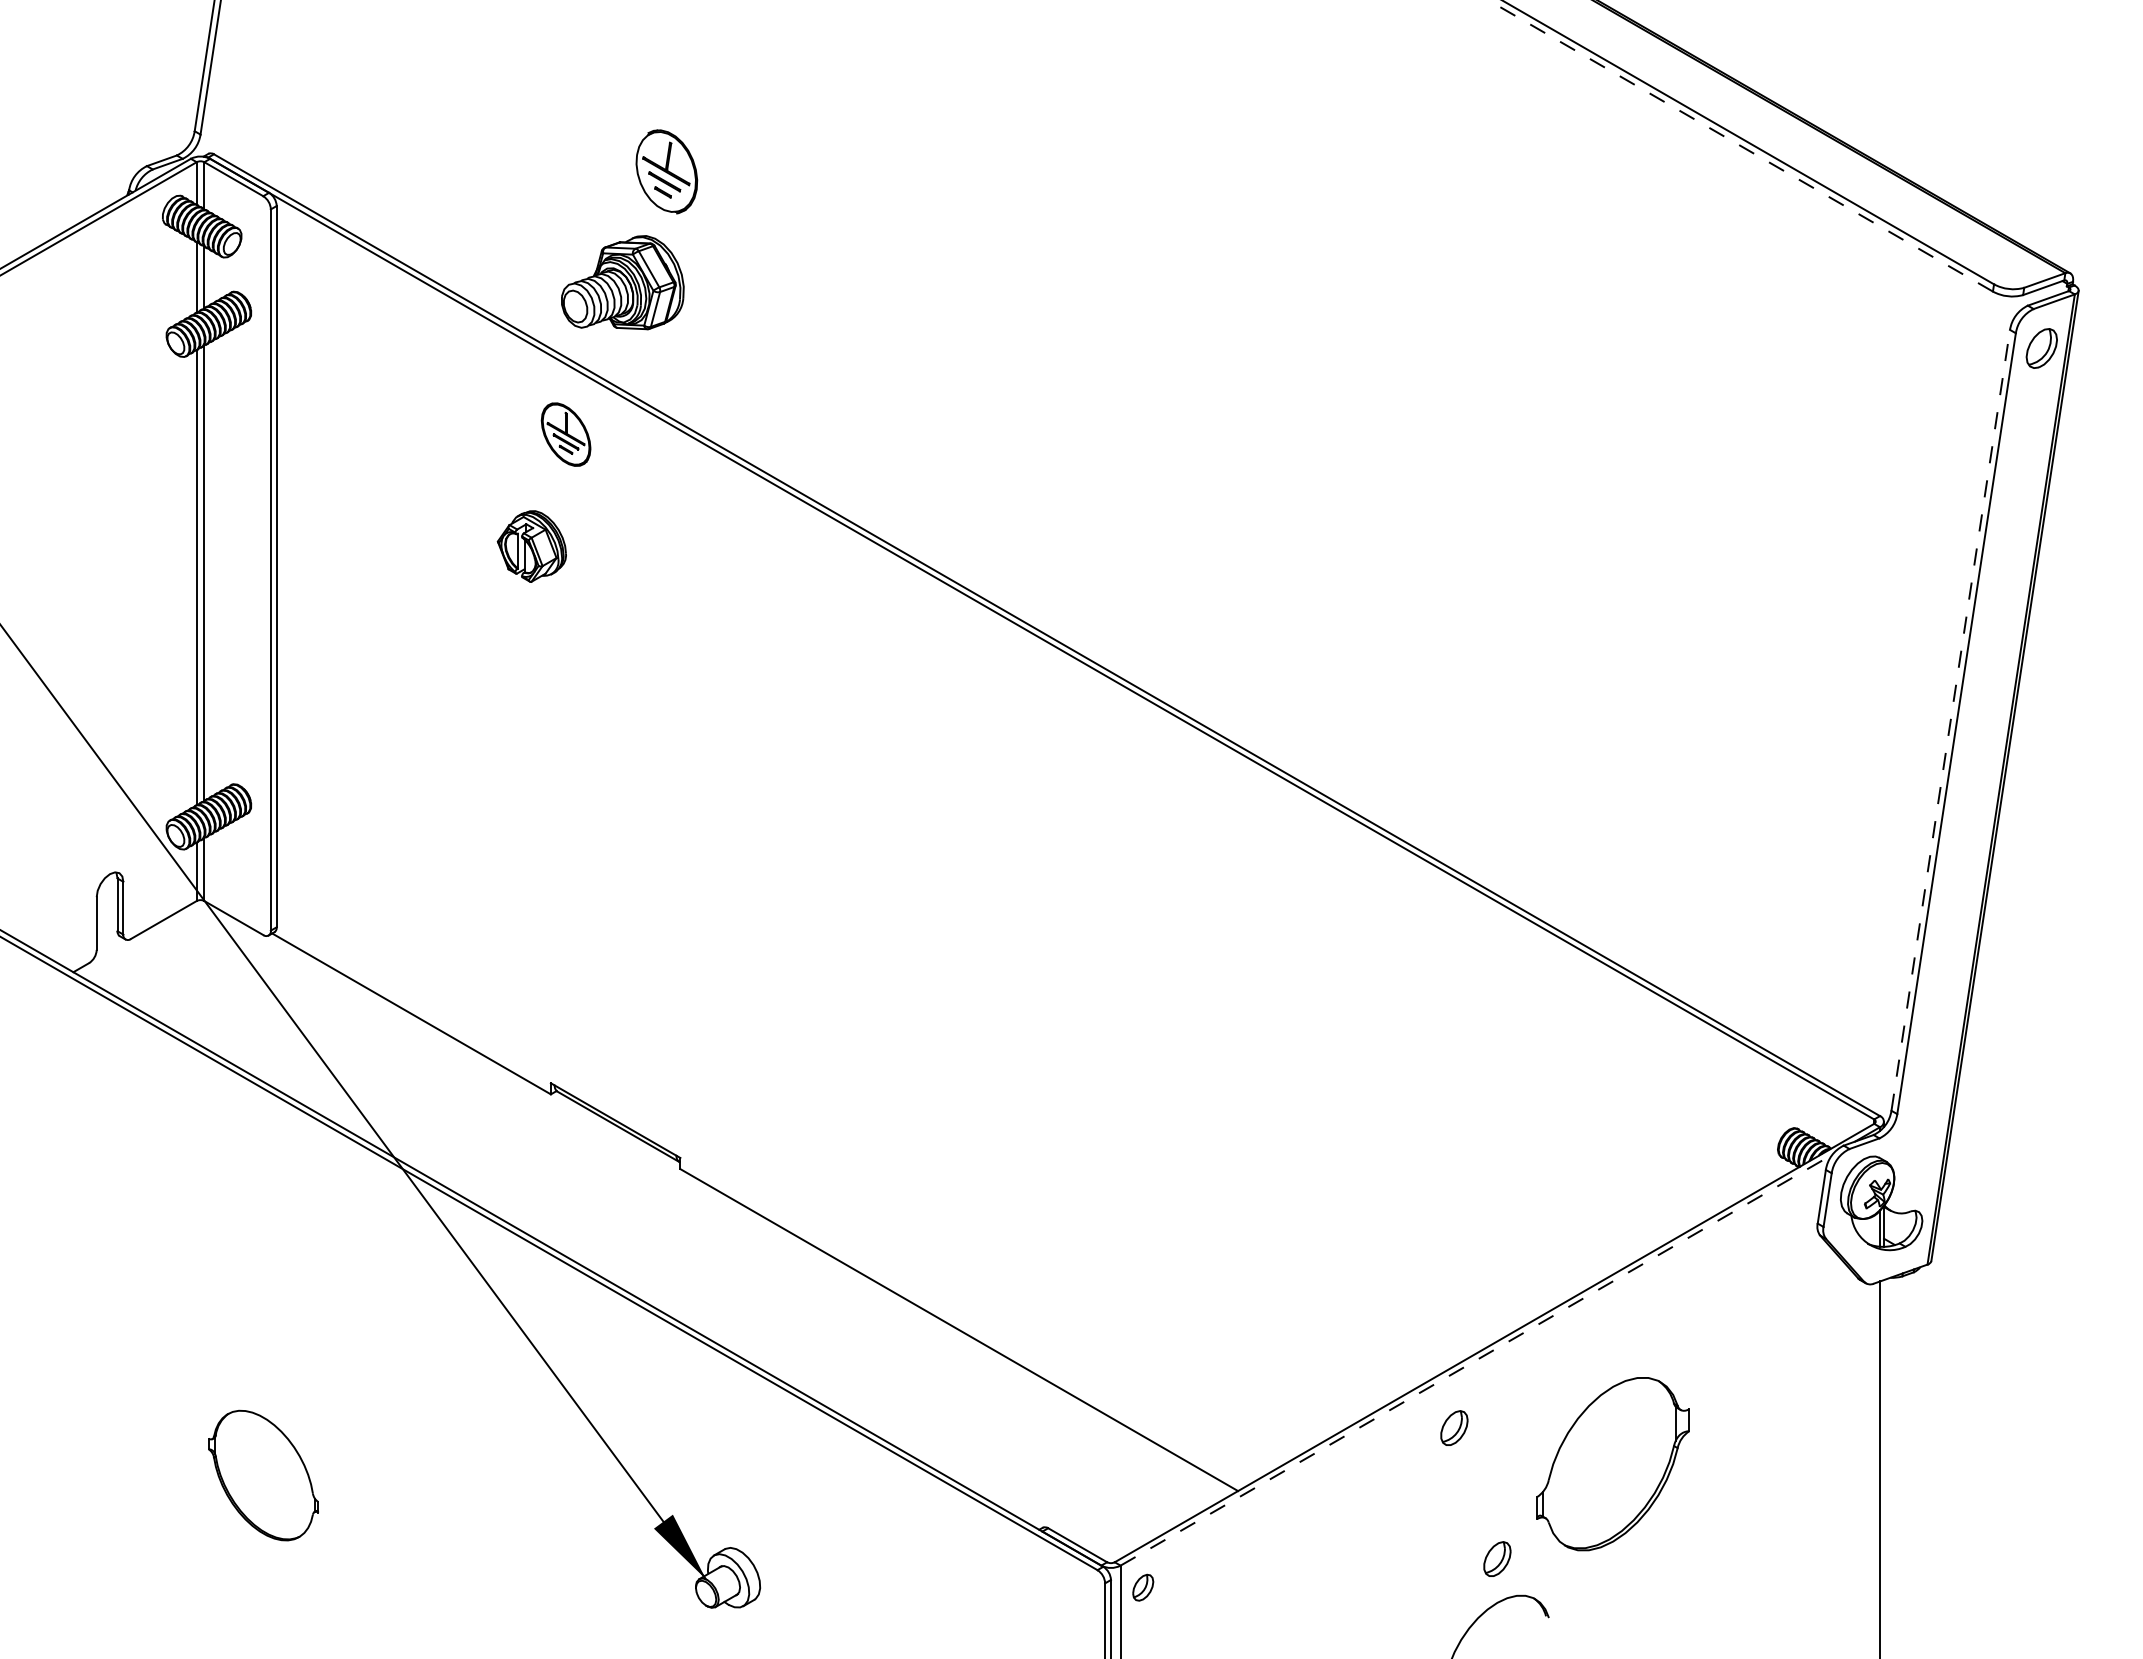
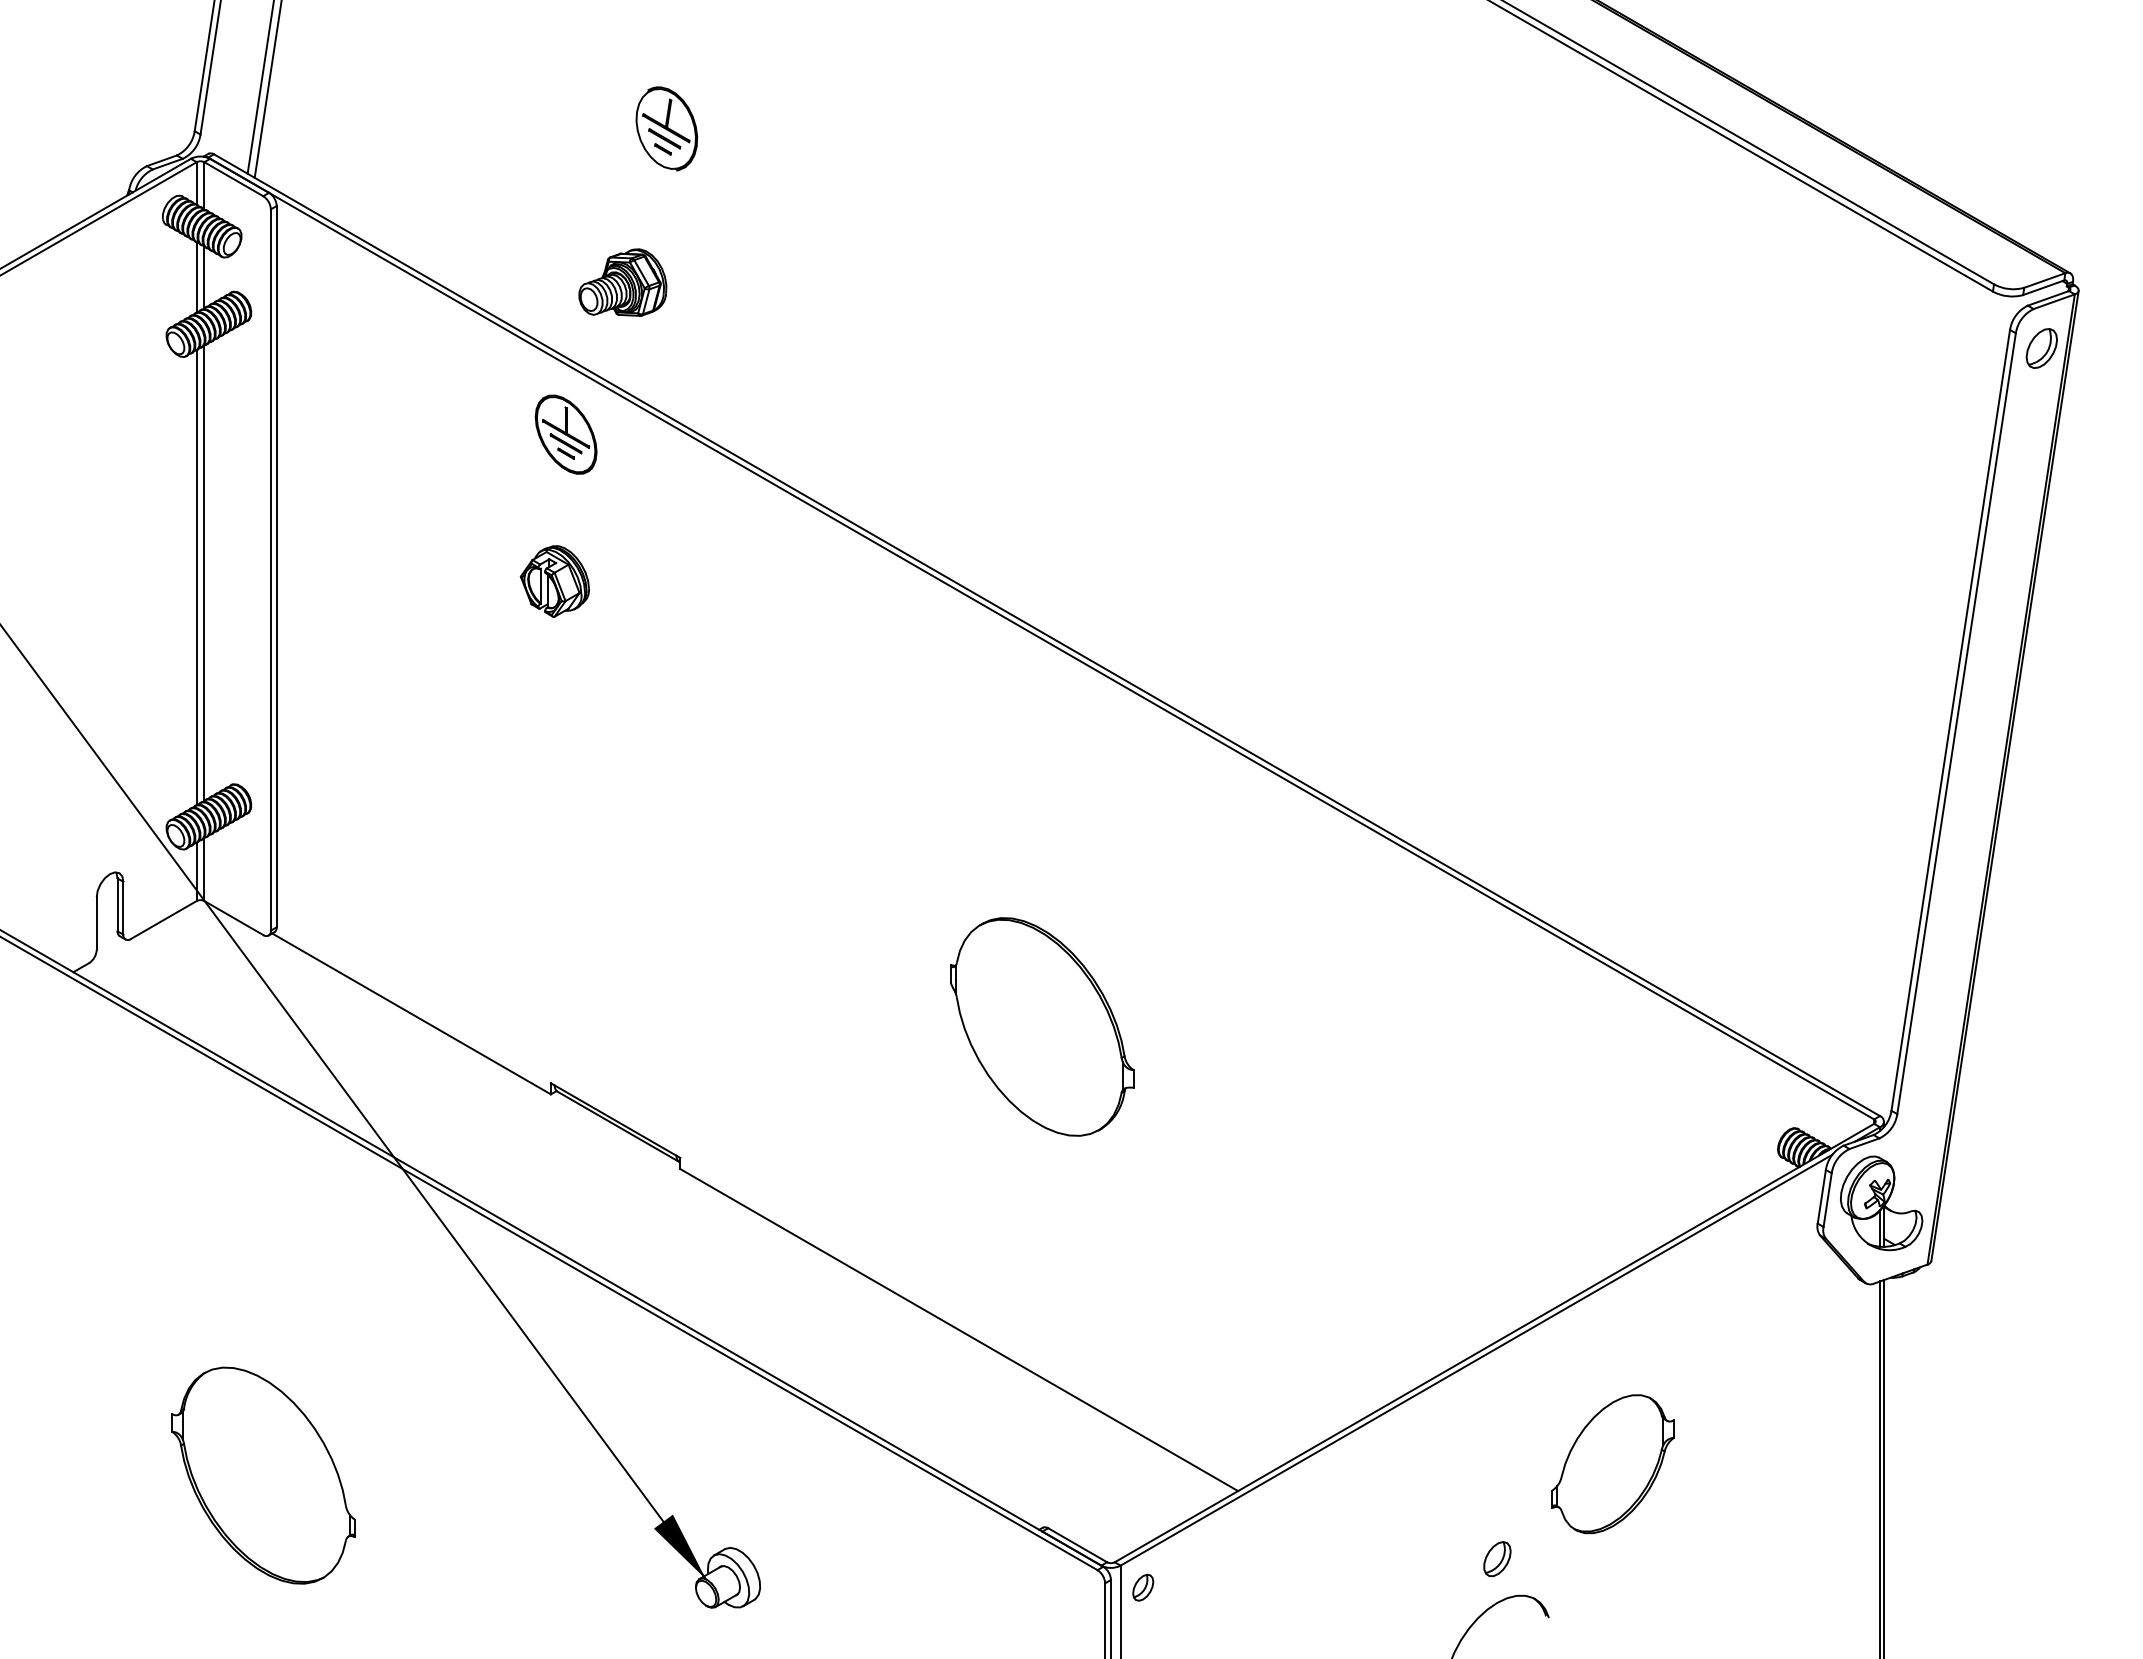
line at (260, 87): none -> present
line at (267, 89): none -> present
line at (1740, 145): dashed -> solid
part at (666, 171) position: (666, 171) -> (666, 128)
part at (622, 282) size: 124x96 px -> 90x69 px
part at (565, 434) size: 52x65 px -> 64x81 px
part at (531, 546) position: (531, 546) -> (554, 581)
line at (1950, 720): dashed -> solid
part at (1042, 1026): none -> present
line at (1477, 1359): dashed -> solid
part at (1454, 1427): present -> none
part at (1612, 1464) size: 154x175 px -> 124x141 px
line at (1884, 1467): none -> present
part at (263, 1475) size: 111x133 px -> 185x219 px
